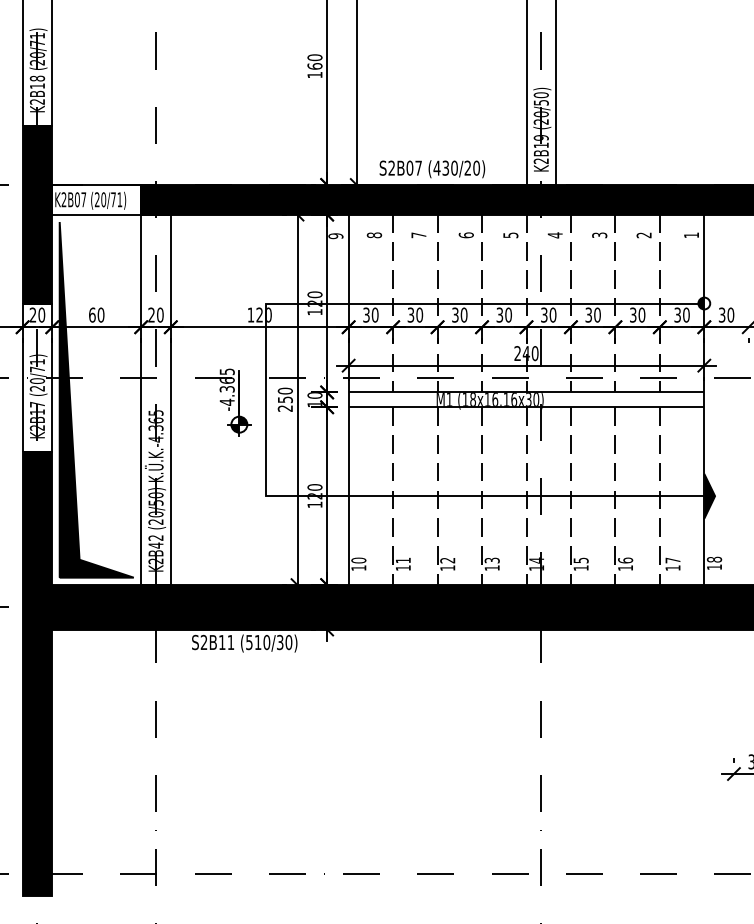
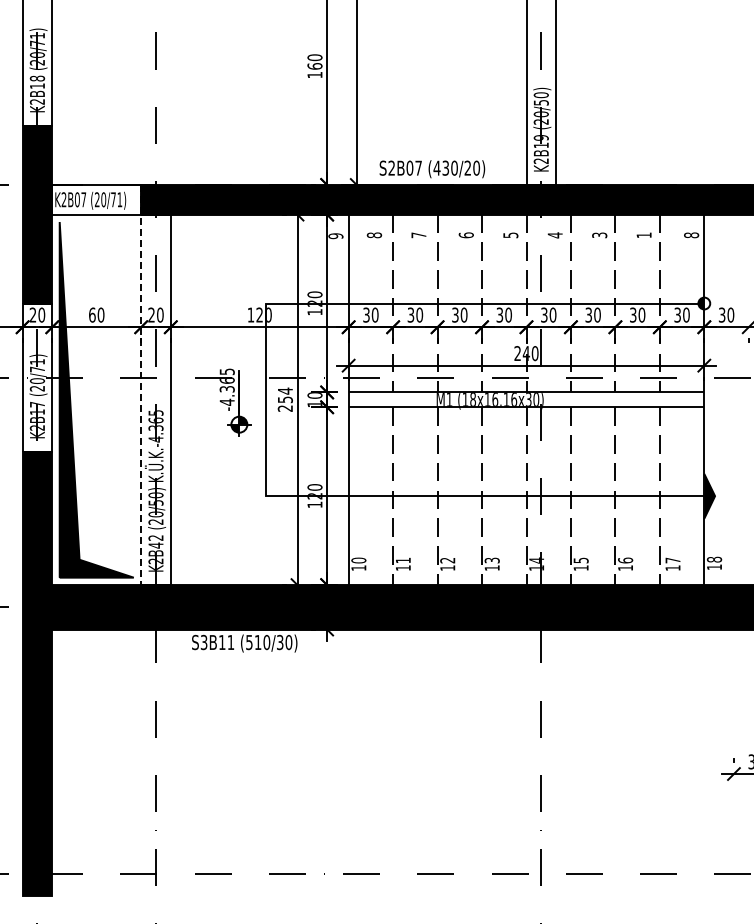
text at (643, 235): 2 -> 1
text at (691, 235): 1 -> 8
line at (141, 385): solid -> dashed
text at (284, 390): 250 -> 254
text at (203, 642): S2B11 -> S3B11
